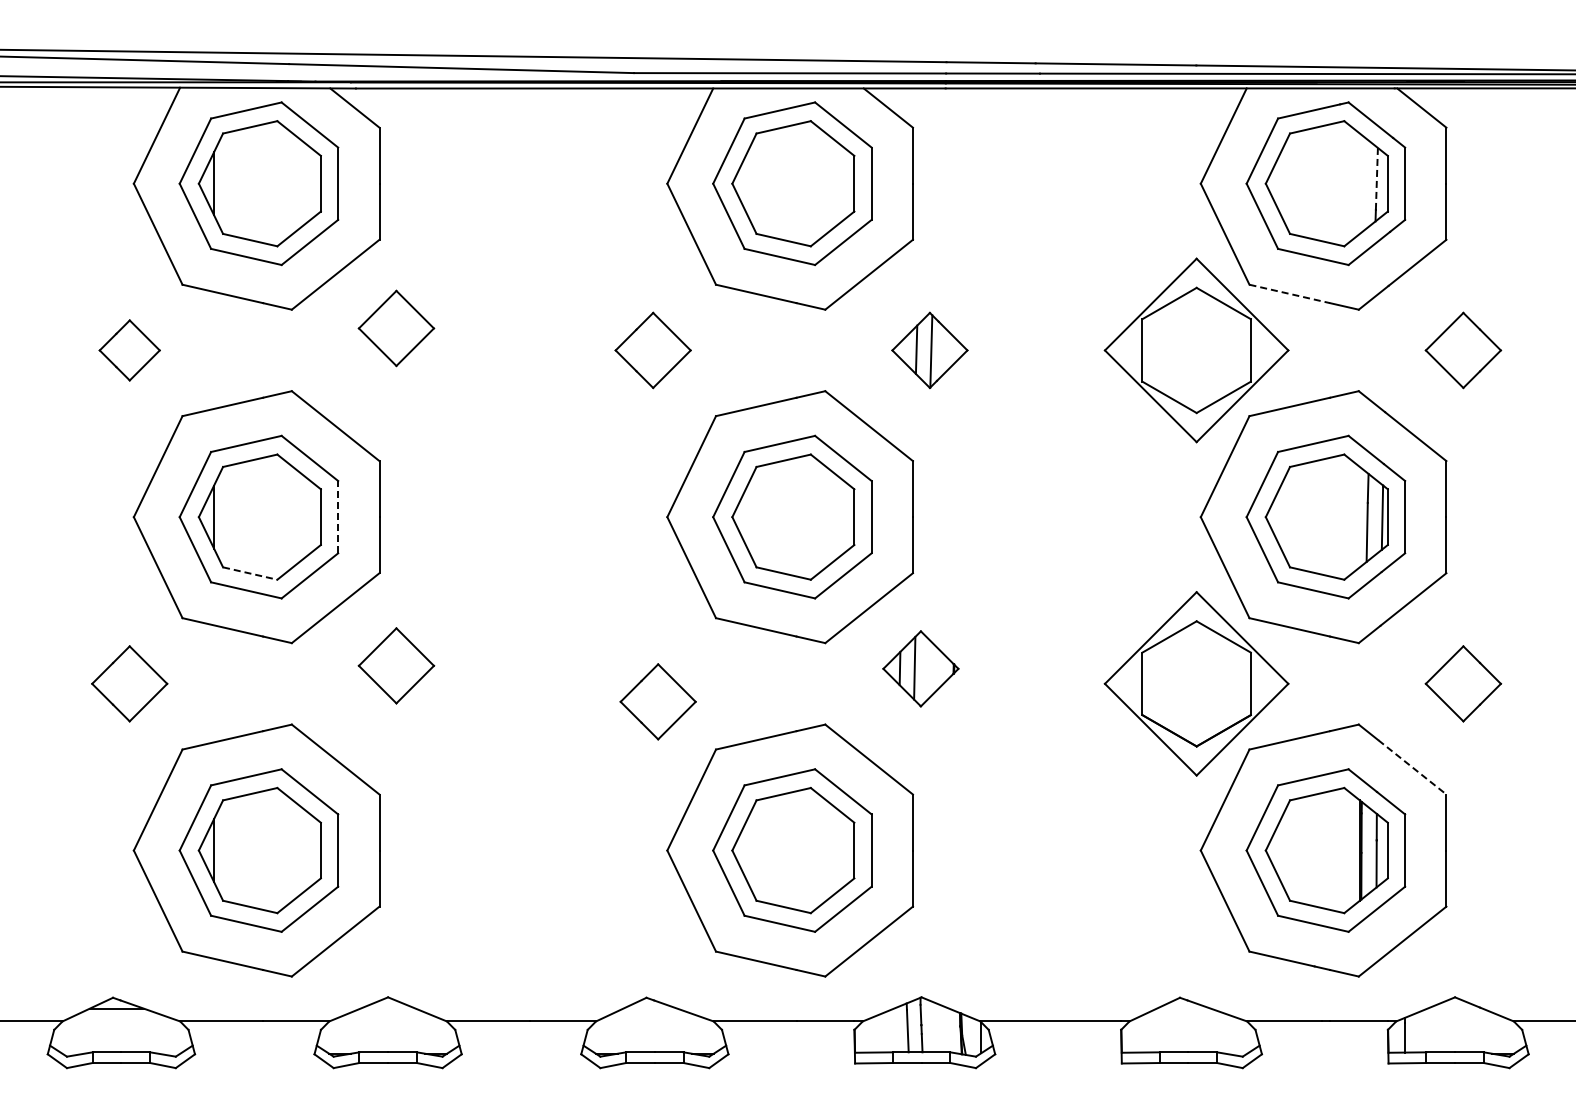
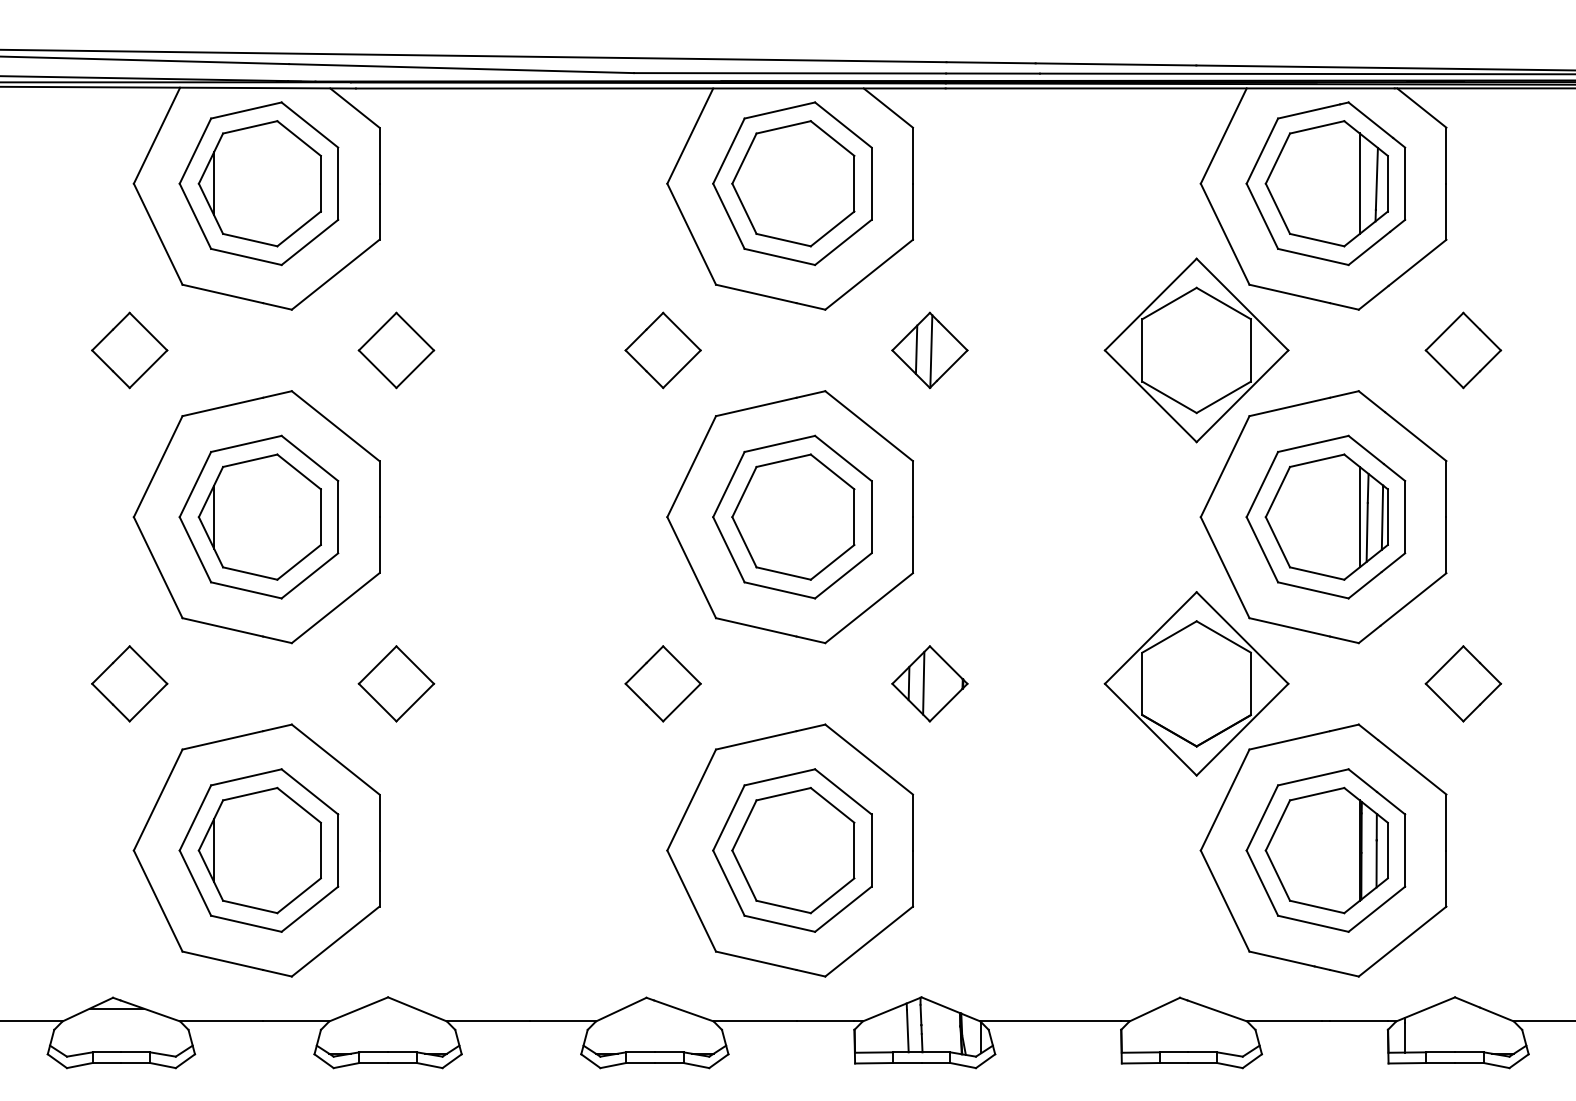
line at (1376, 178): dashed -> solid
line at (1359, 183): none -> present
line at (1290, 294): dashed -> solid
part at (396, 328) position: (396, 328) -> (396, 350)
part at (129, 350) size: 63x63 px -> 78x79 px
part at (652, 350) position: (652, 350) -> (662, 350)
line at (338, 516): dashed -> solid
line at (1359, 516): none -> present
line at (250, 573): dashed -> solid
part at (396, 665) position: (396, 665) -> (396, 683)
part at (920, 668) position: (920, 668) -> (929, 683)
part at (657, 701) position: (657, 701) -> (662, 683)
line at (1412, 767): dashed -> solid
